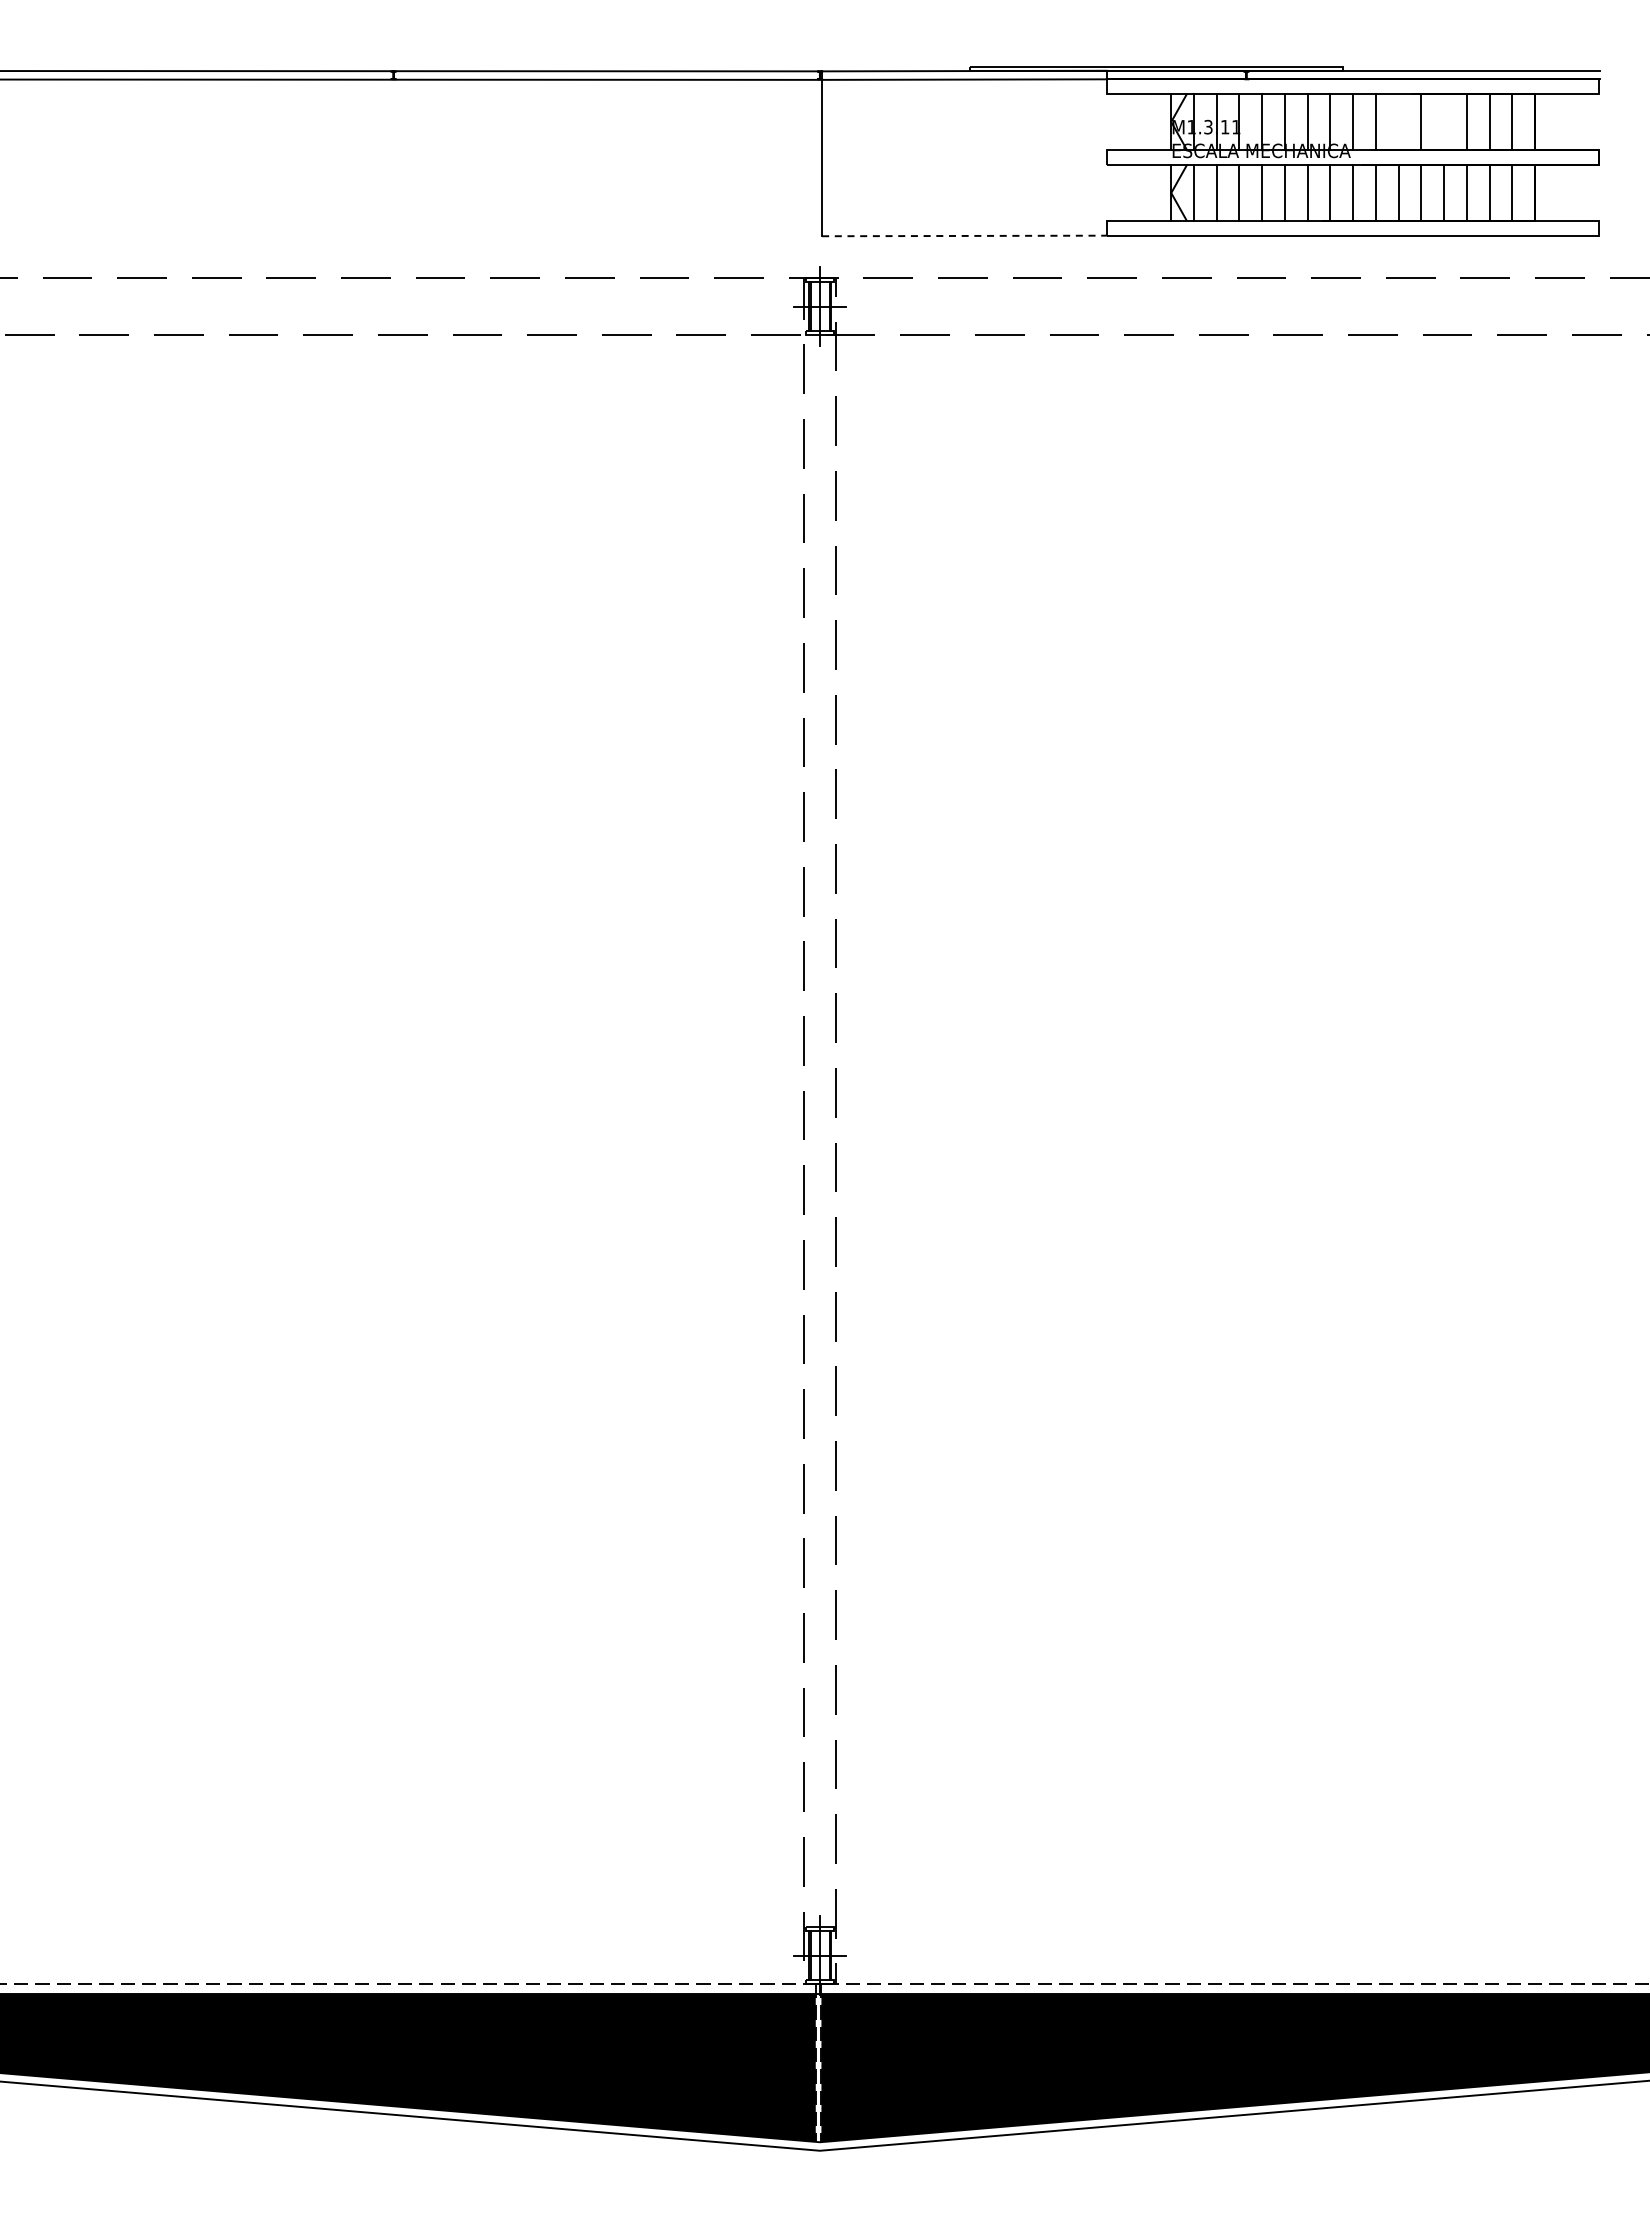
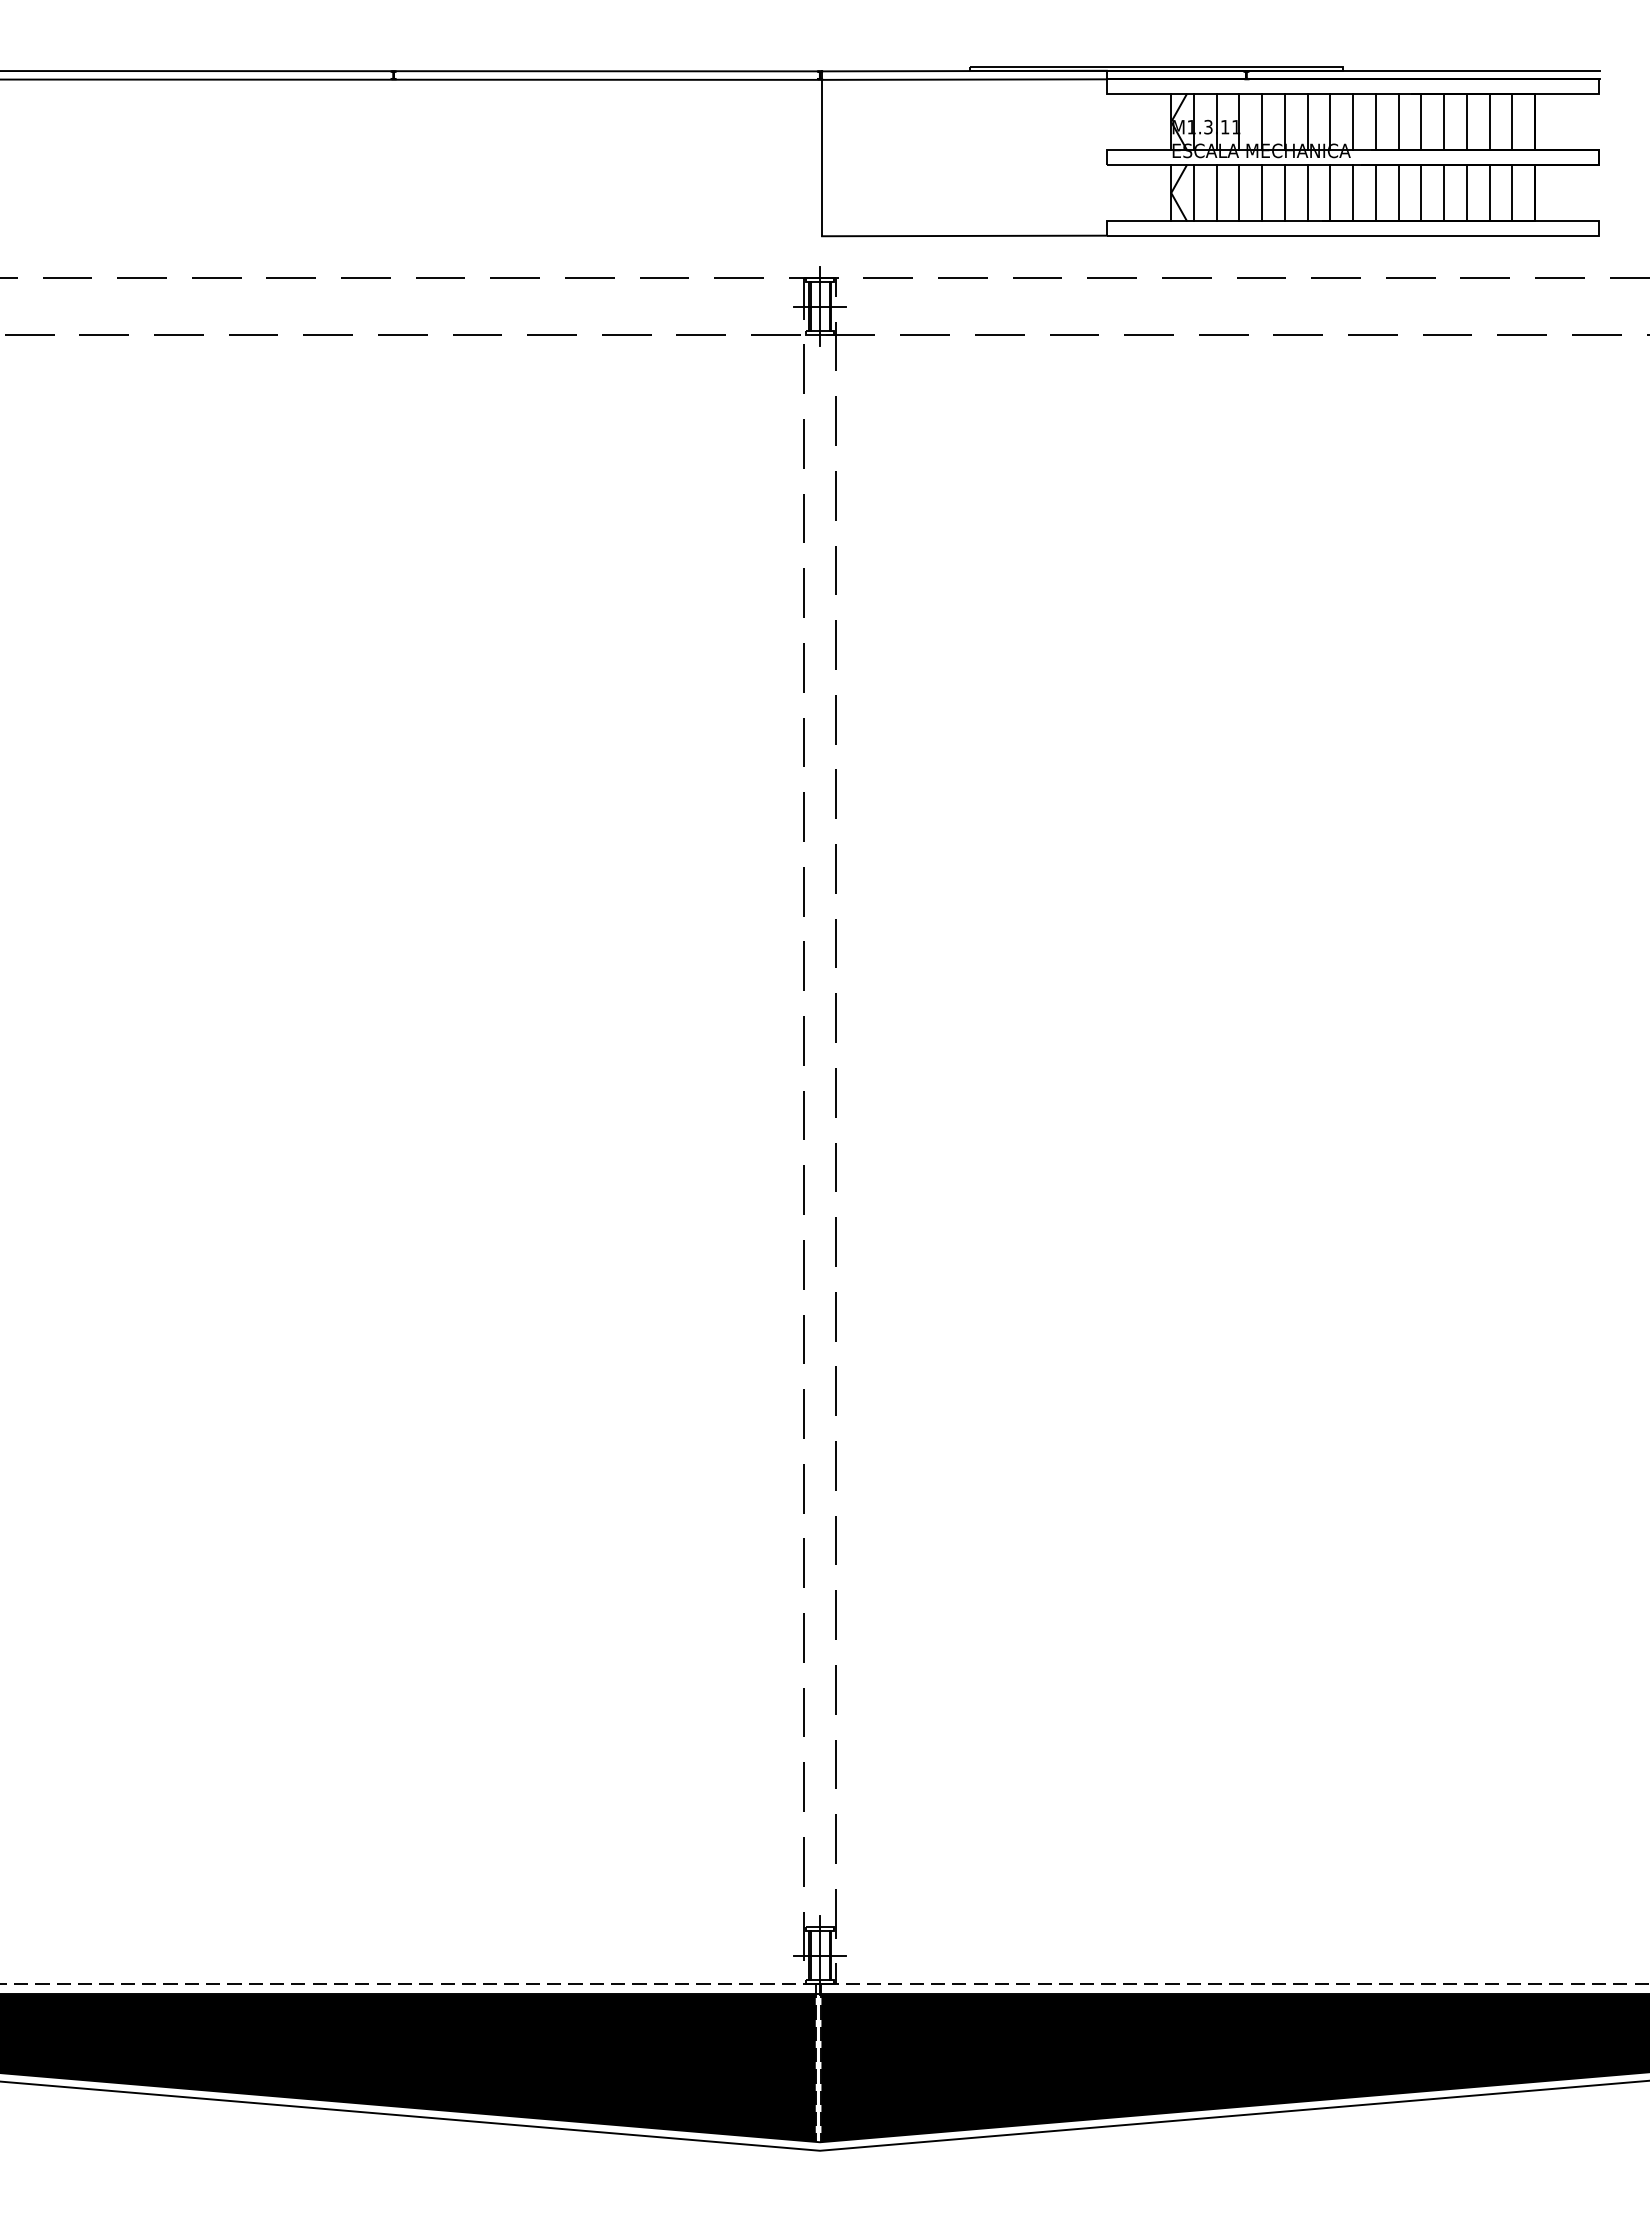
line at (1398, 121): none -> present
line at (1444, 121): none -> present
line at (964, 235): dashed -> solid
